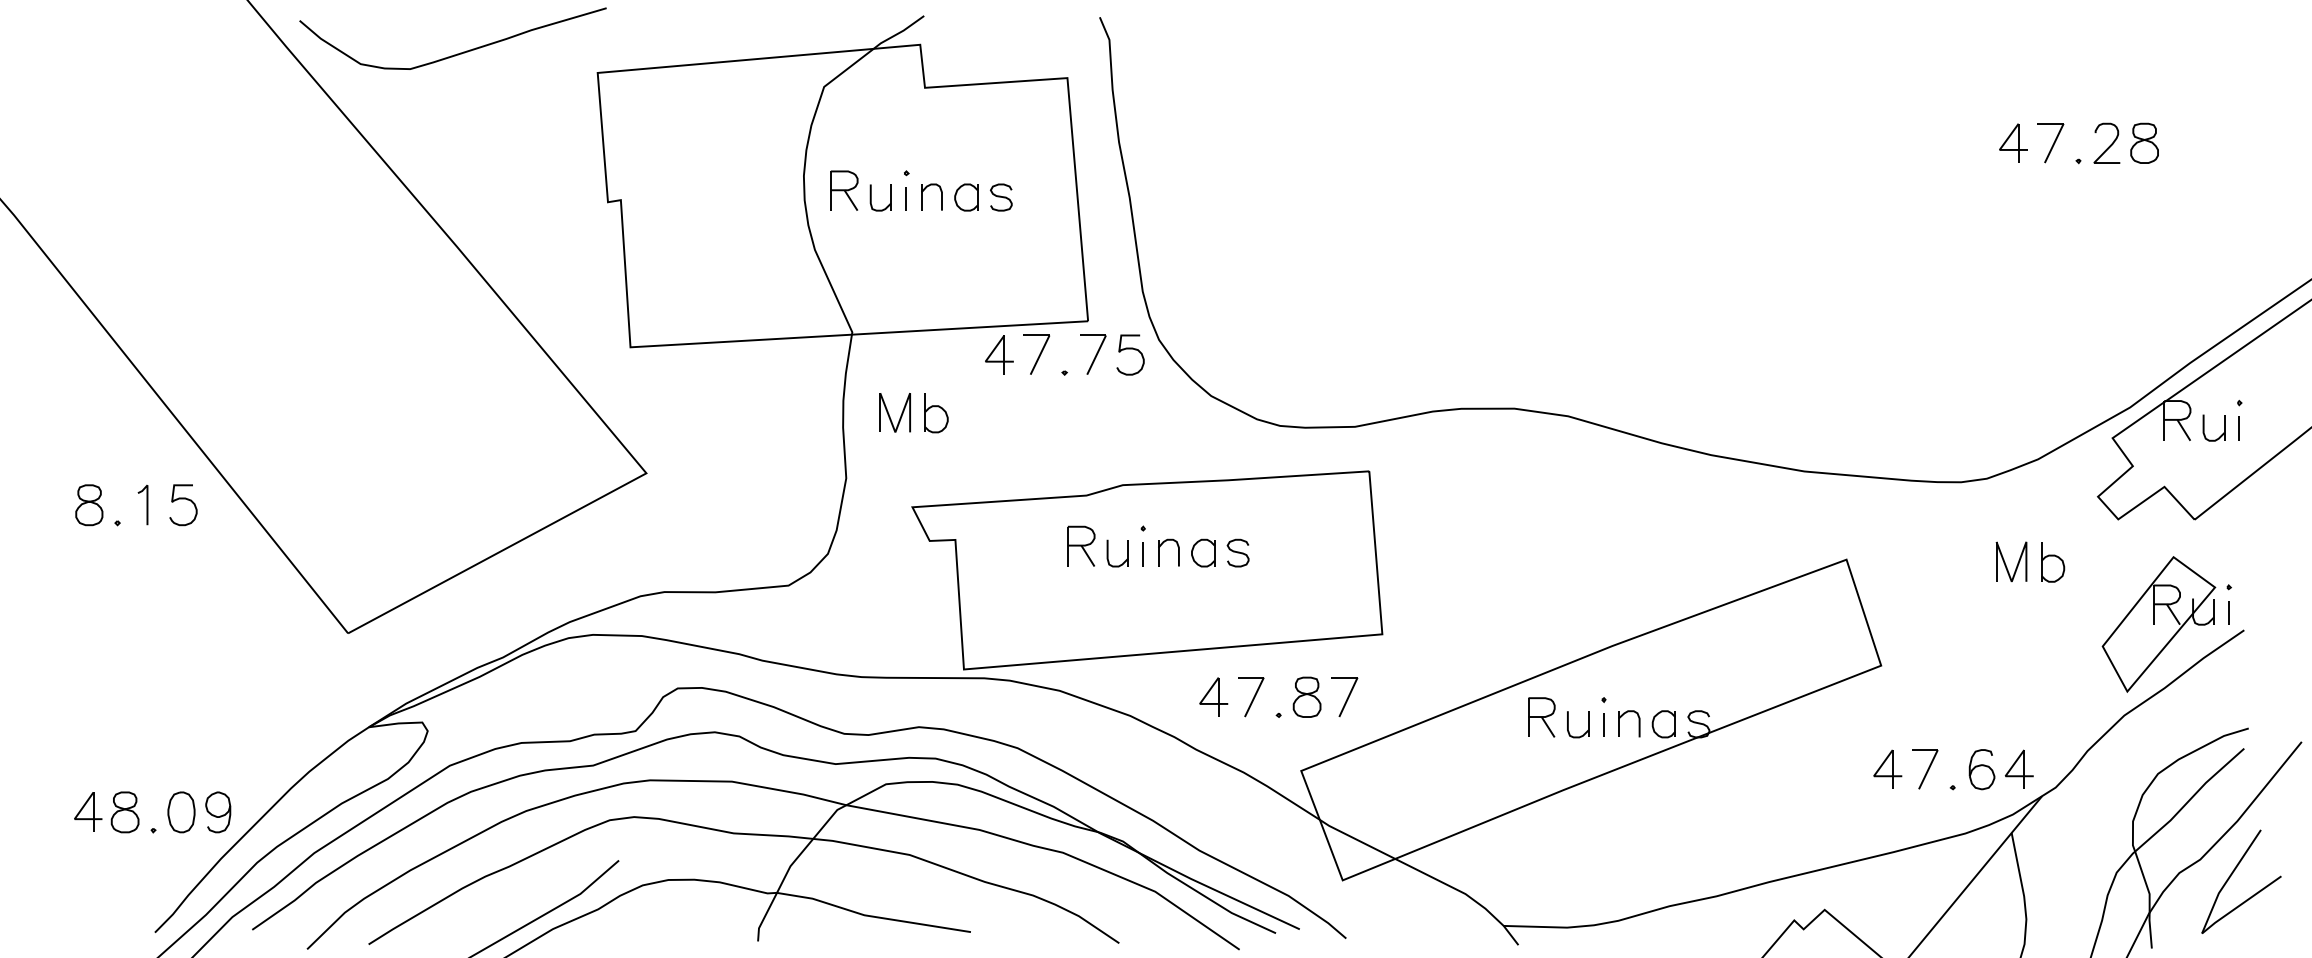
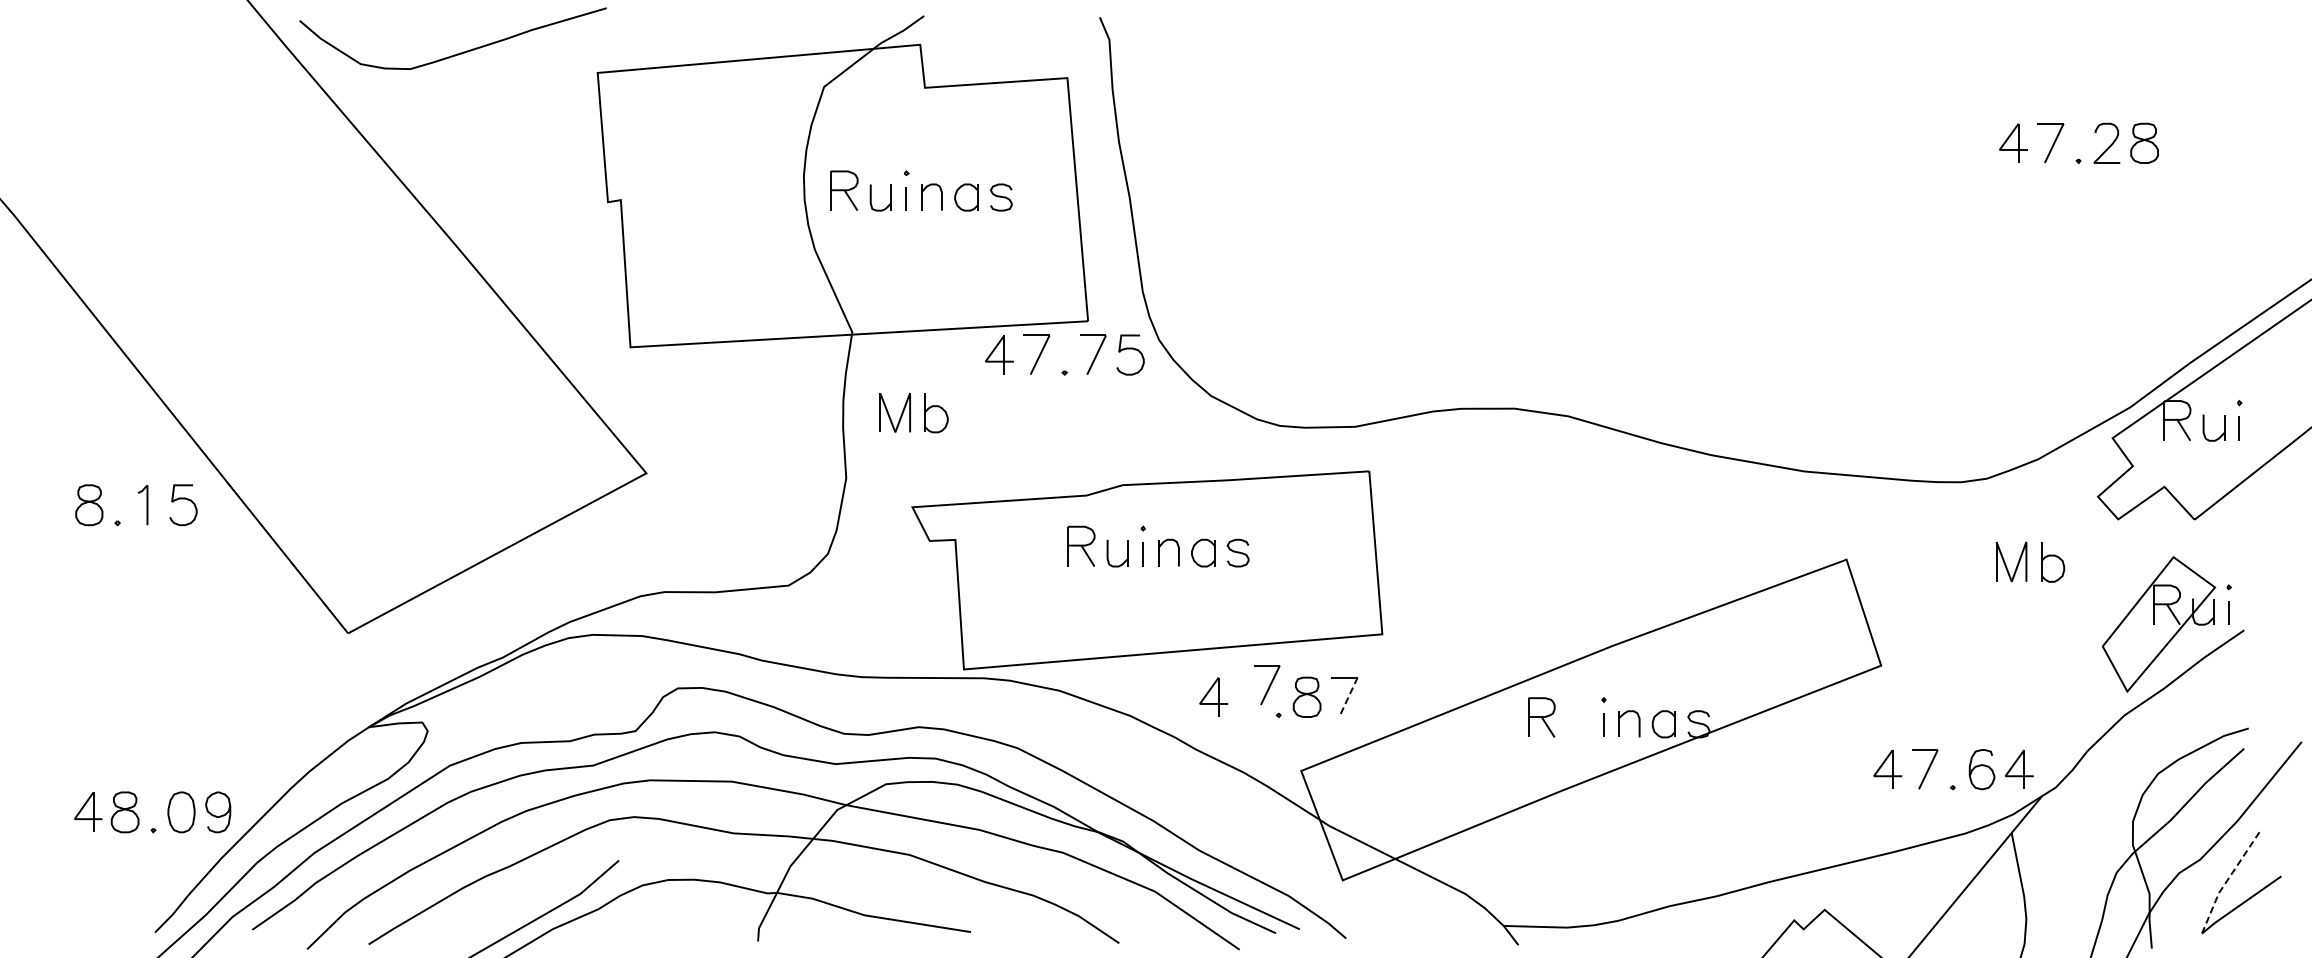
part at (1251, 697) position: (1251, 697) -> (1267, 685)
line at (1348, 697): solid -> dashed
part at (1568, 724): present -> none
line at (2227, 880): solid -> dashed
